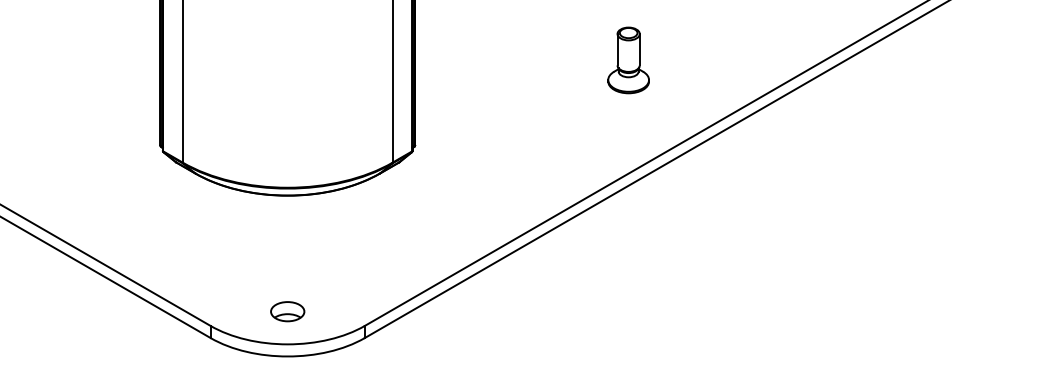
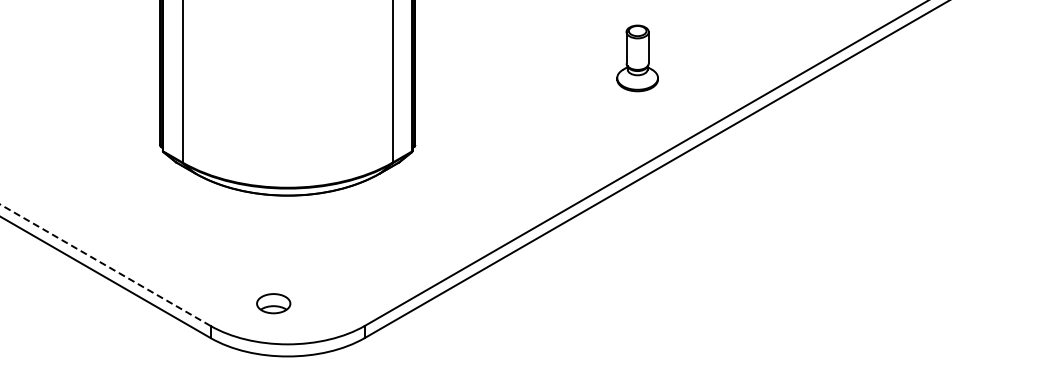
part at (628, 60) position: (628, 60) -> (637, 58)
line at (104, 264): solid -> dashed
part at (287, 311) position: (287, 311) -> (273, 303)
